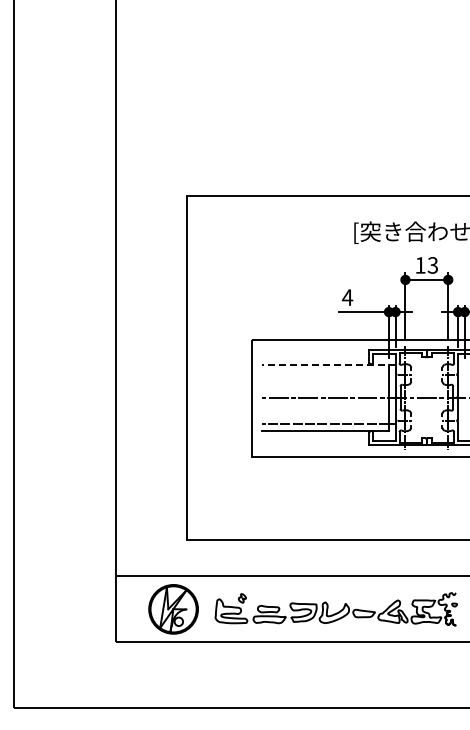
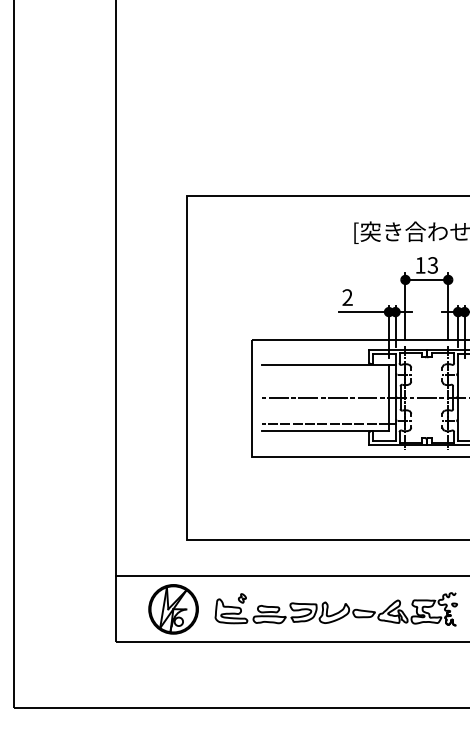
text at (347, 297): 4 -> 2
line at (328, 364): dashed -> solid
